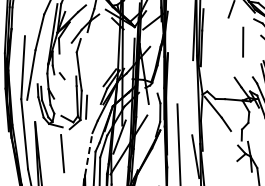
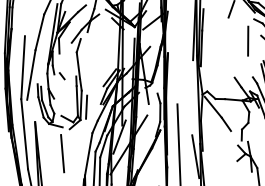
line at (243, 41) position: (243, 41) -> (248, 40)
line at (88, 154): dashed -> solid
